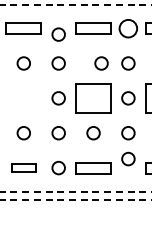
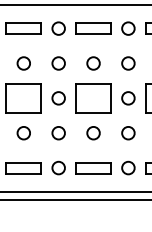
line at (76, 4): dashed -> solid
circle at (127, 28) size: 20x20 px -> 15x15 px
circle at (58, 34) position: (58, 34) -> (58, 28)
circle at (101, 63) position: (101, 63) -> (93, 63)
part at (23, 98): none -> present
circle at (128, 158) position: (128, 158) -> (128, 167)
part at (23, 167) size: 26x10 px -> 37x13 px
line at (76, 191): dashed -> solid
line at (76, 200): dashed -> solid
